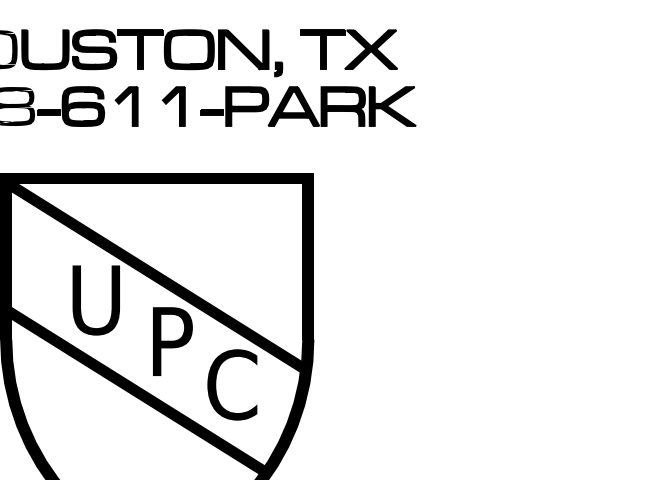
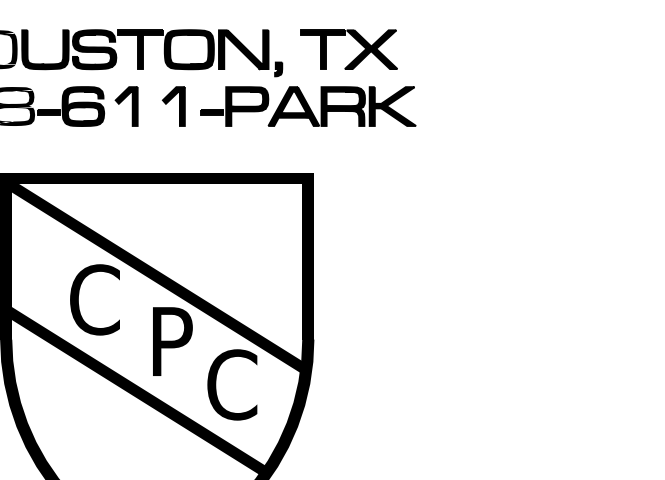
text at (94, 299): U -> C
